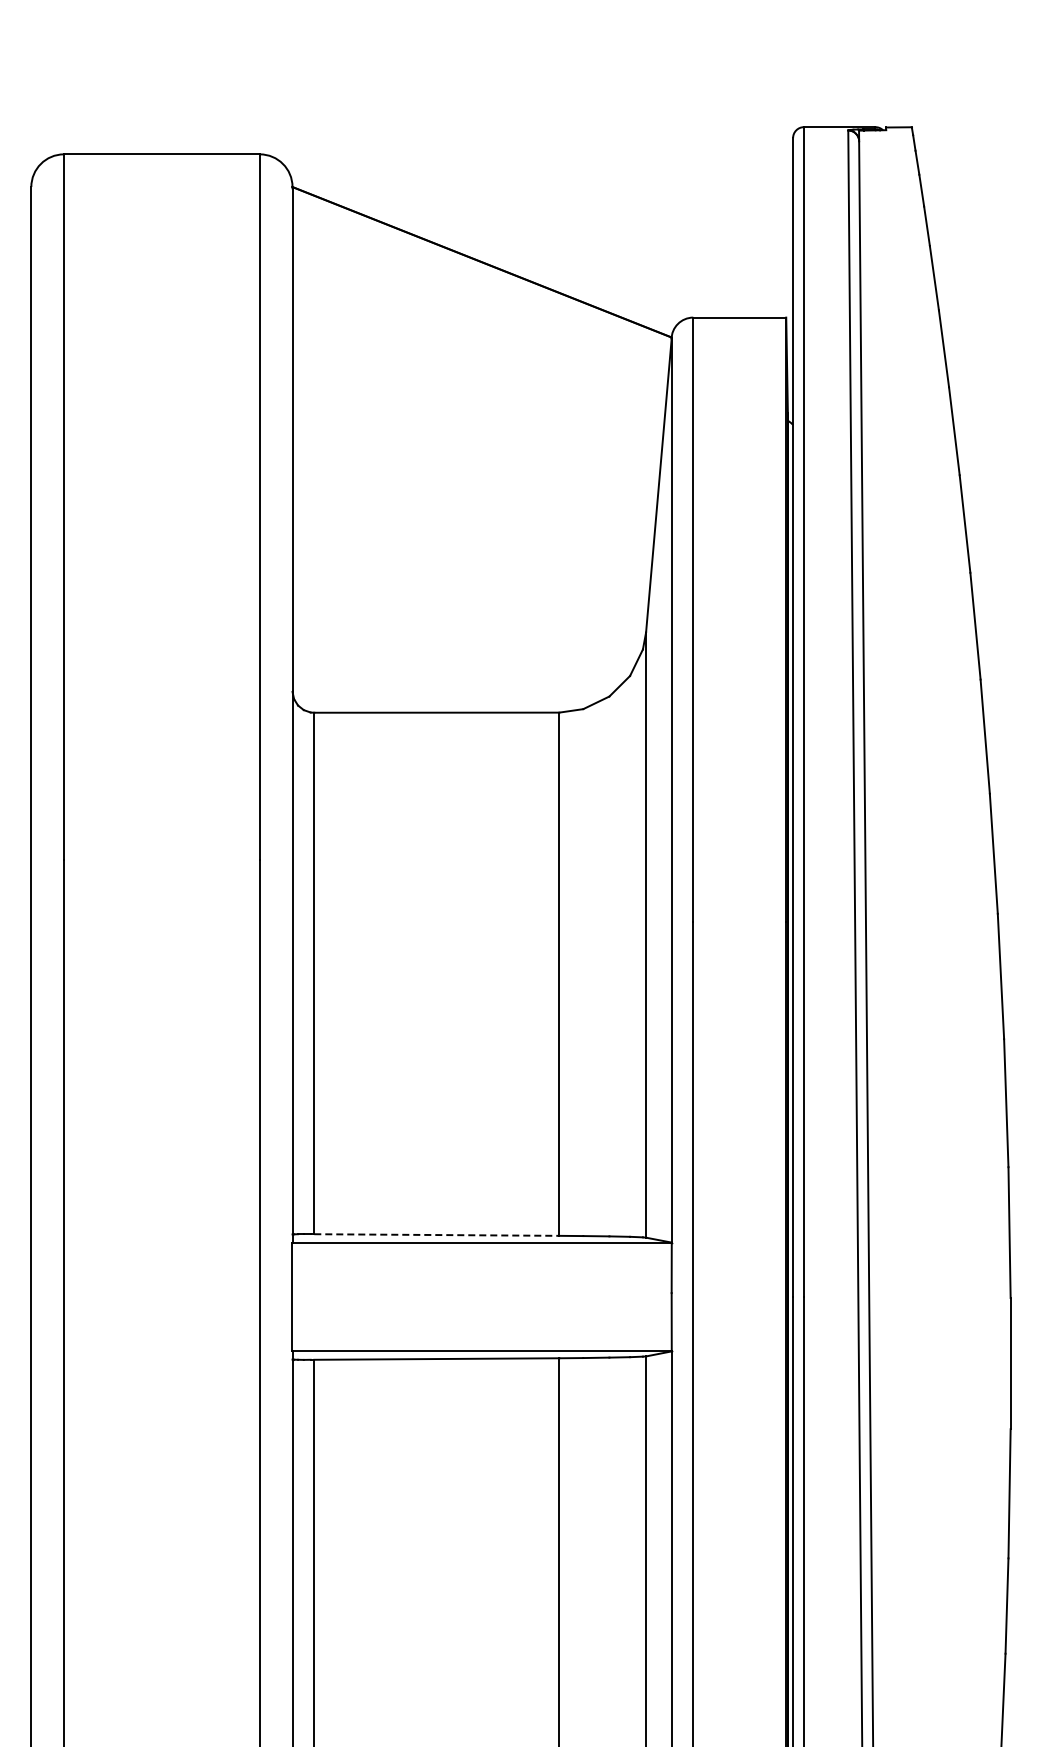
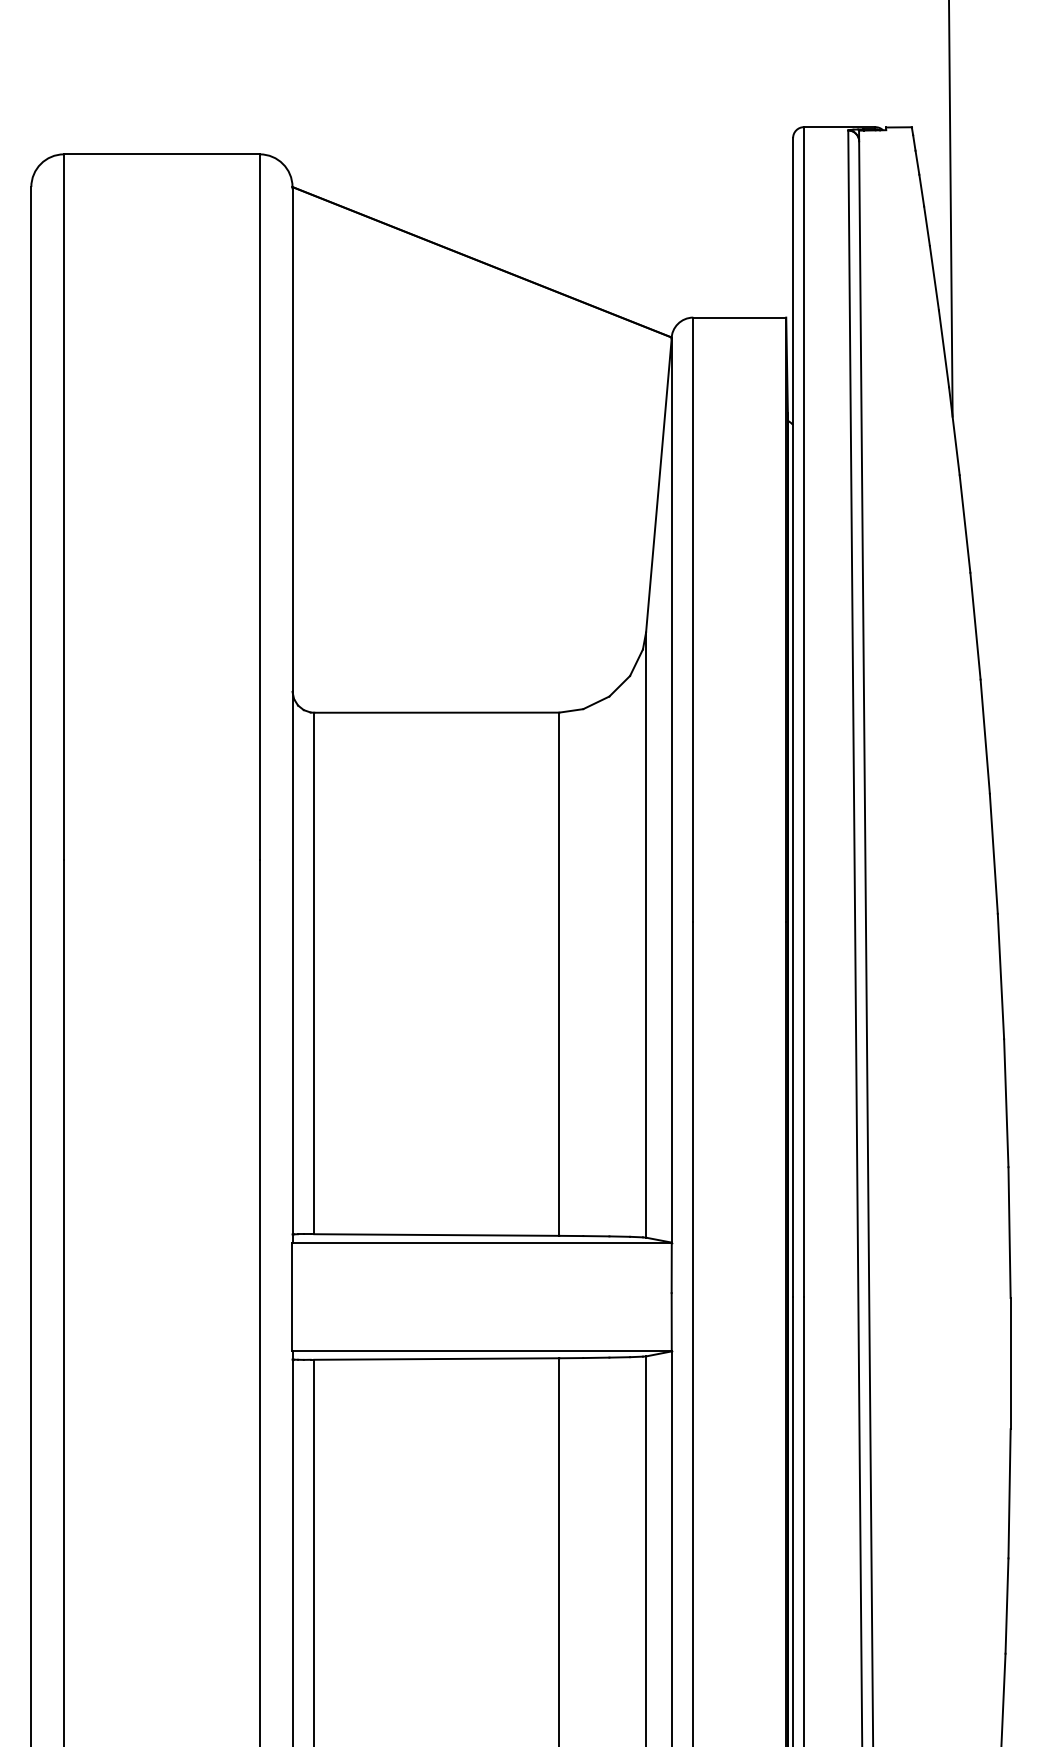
line at (950, 209): none -> present
line at (436, 1235): dashed -> solid
